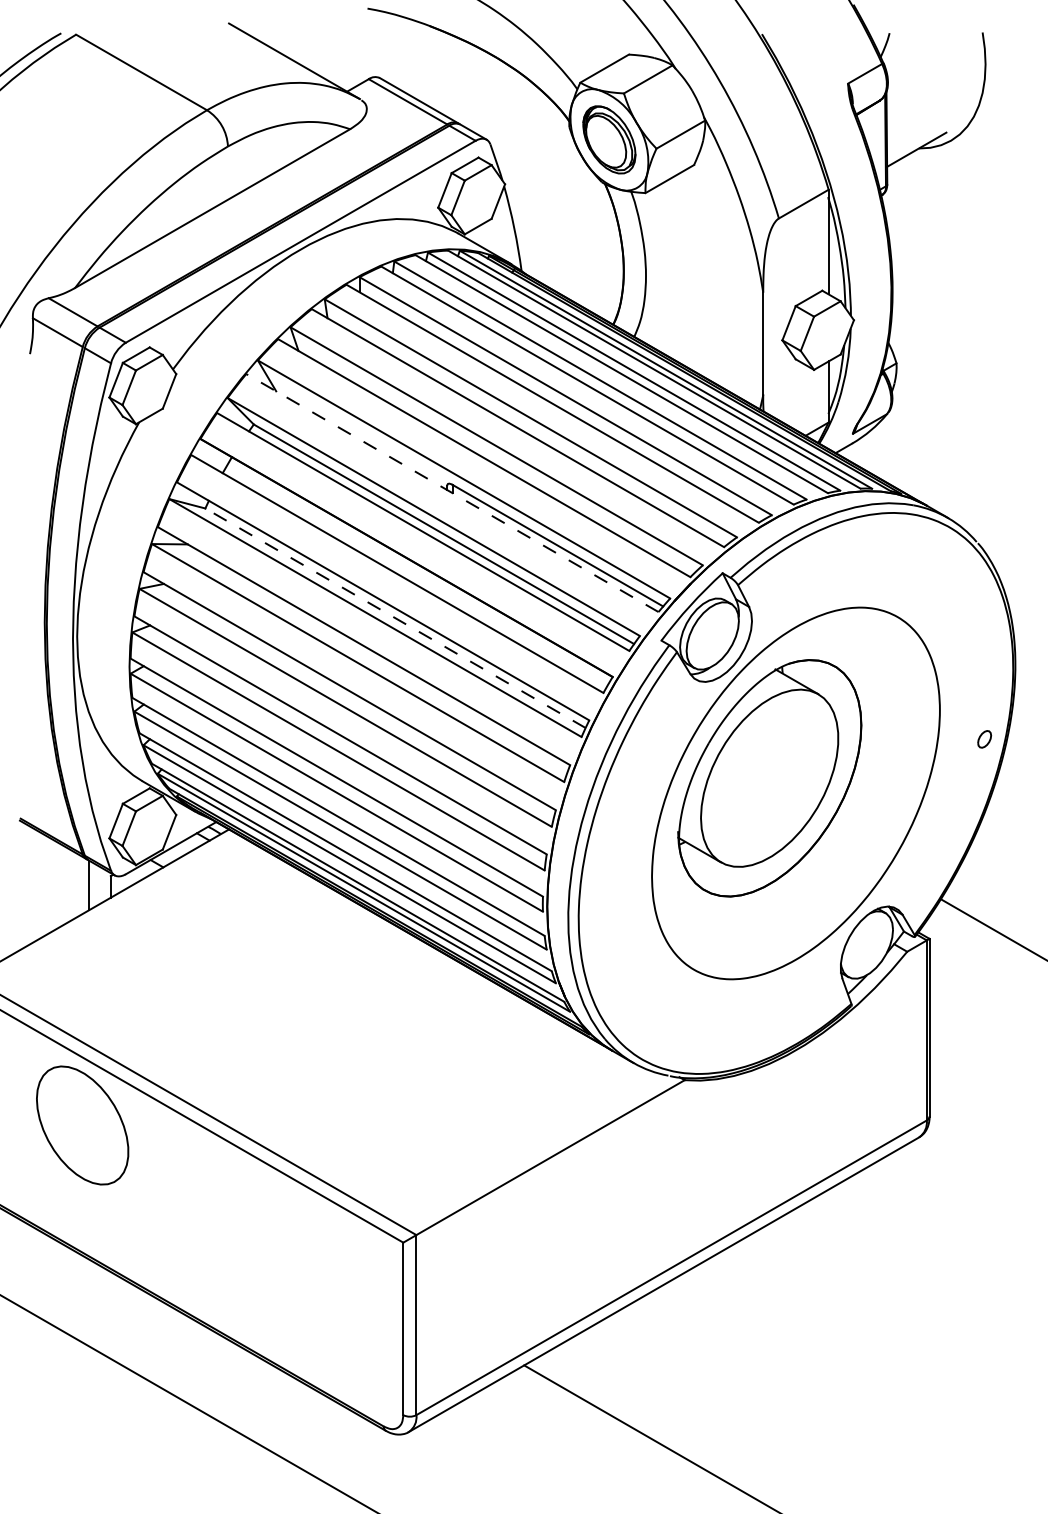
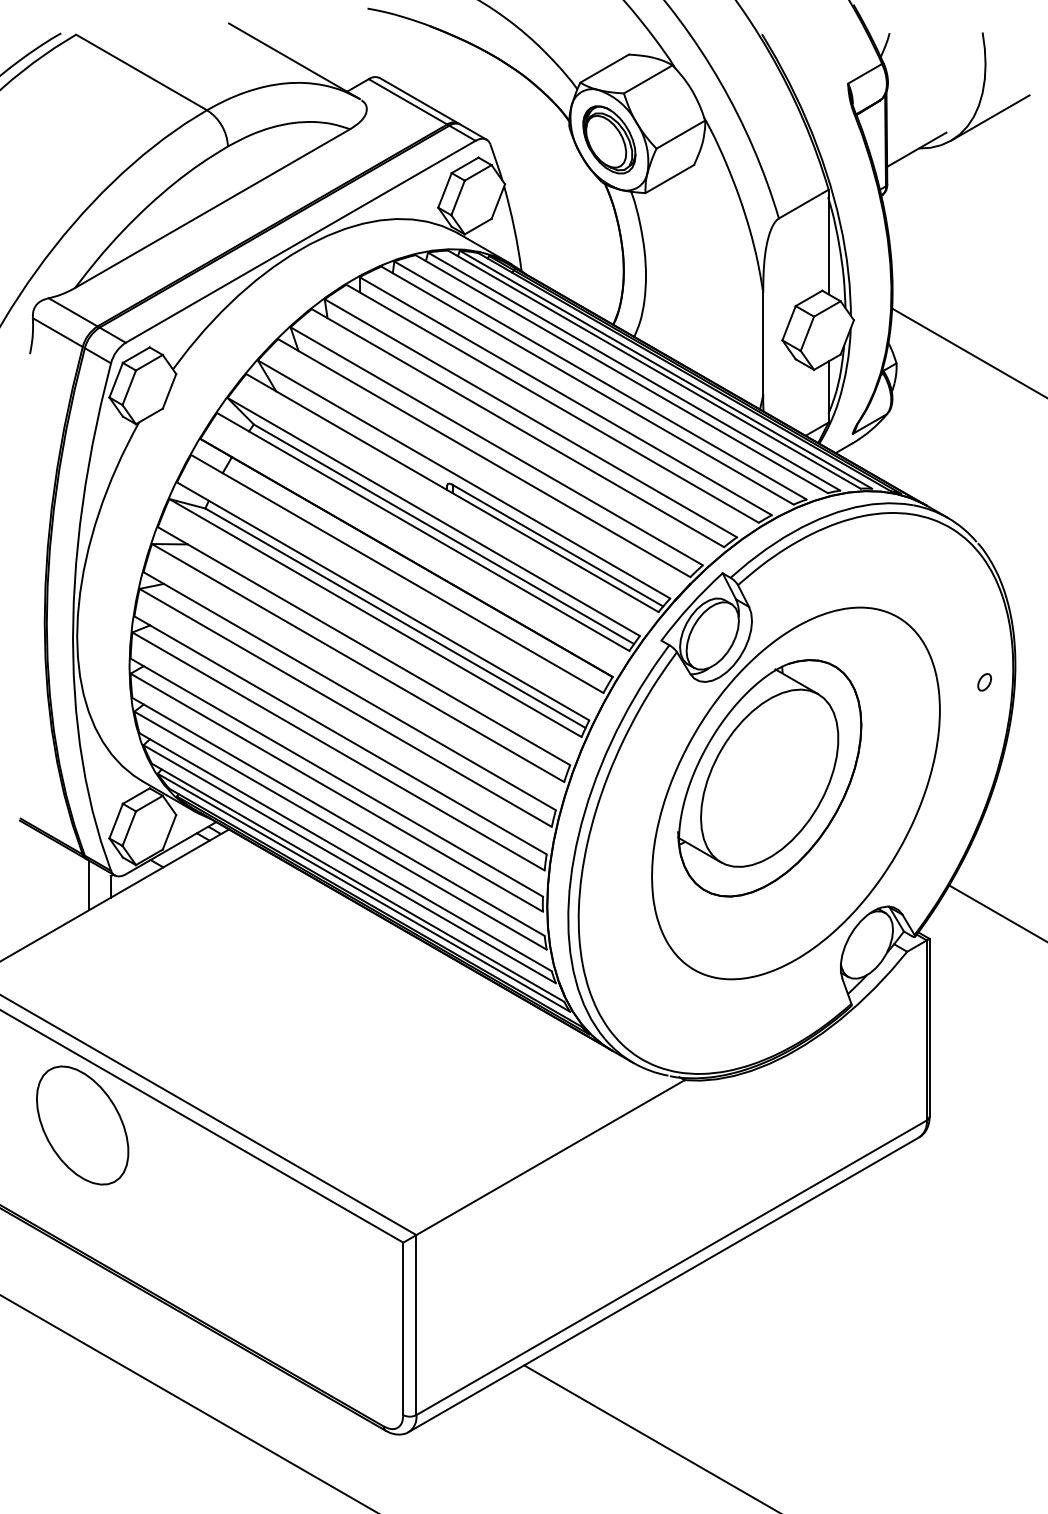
line at (990, 117): none -> present
line at (968, 352): none -> present
line at (451, 492): dashed -> solid
line at (395, 618): dashed -> solid
part at (984, 739) position: (984, 739) -> (984, 682)
line at (992, 928) position: (992, 928) -> (996, 912)
